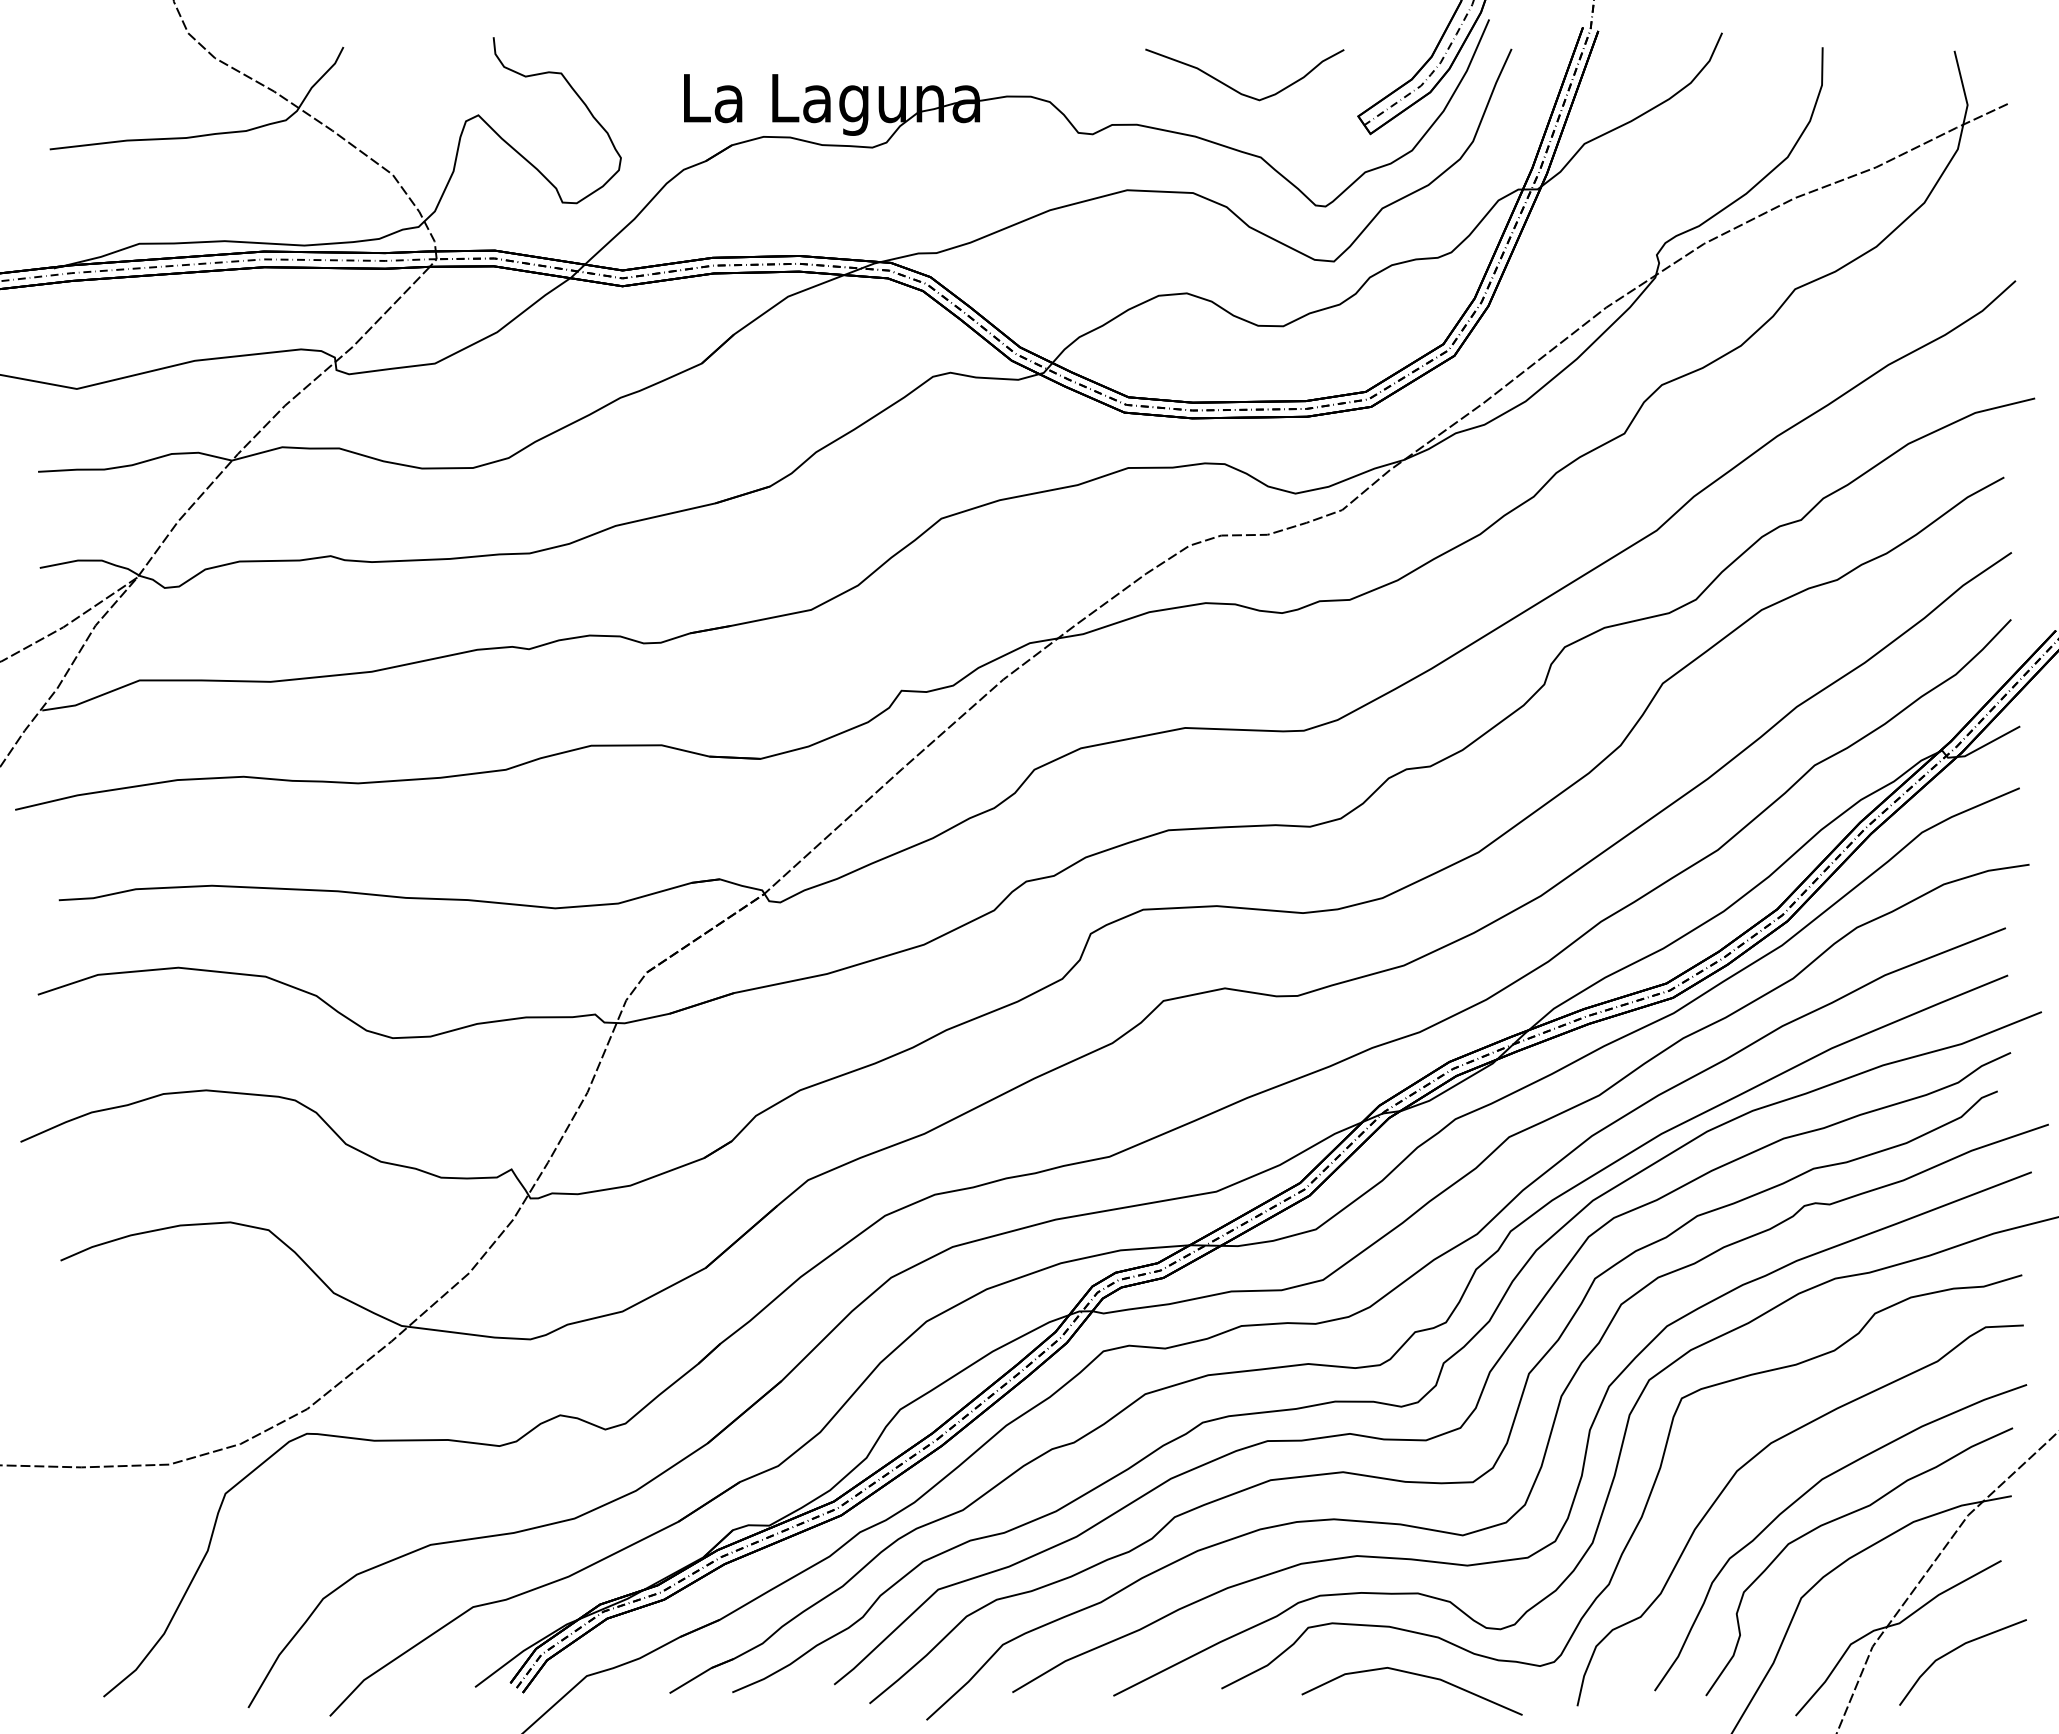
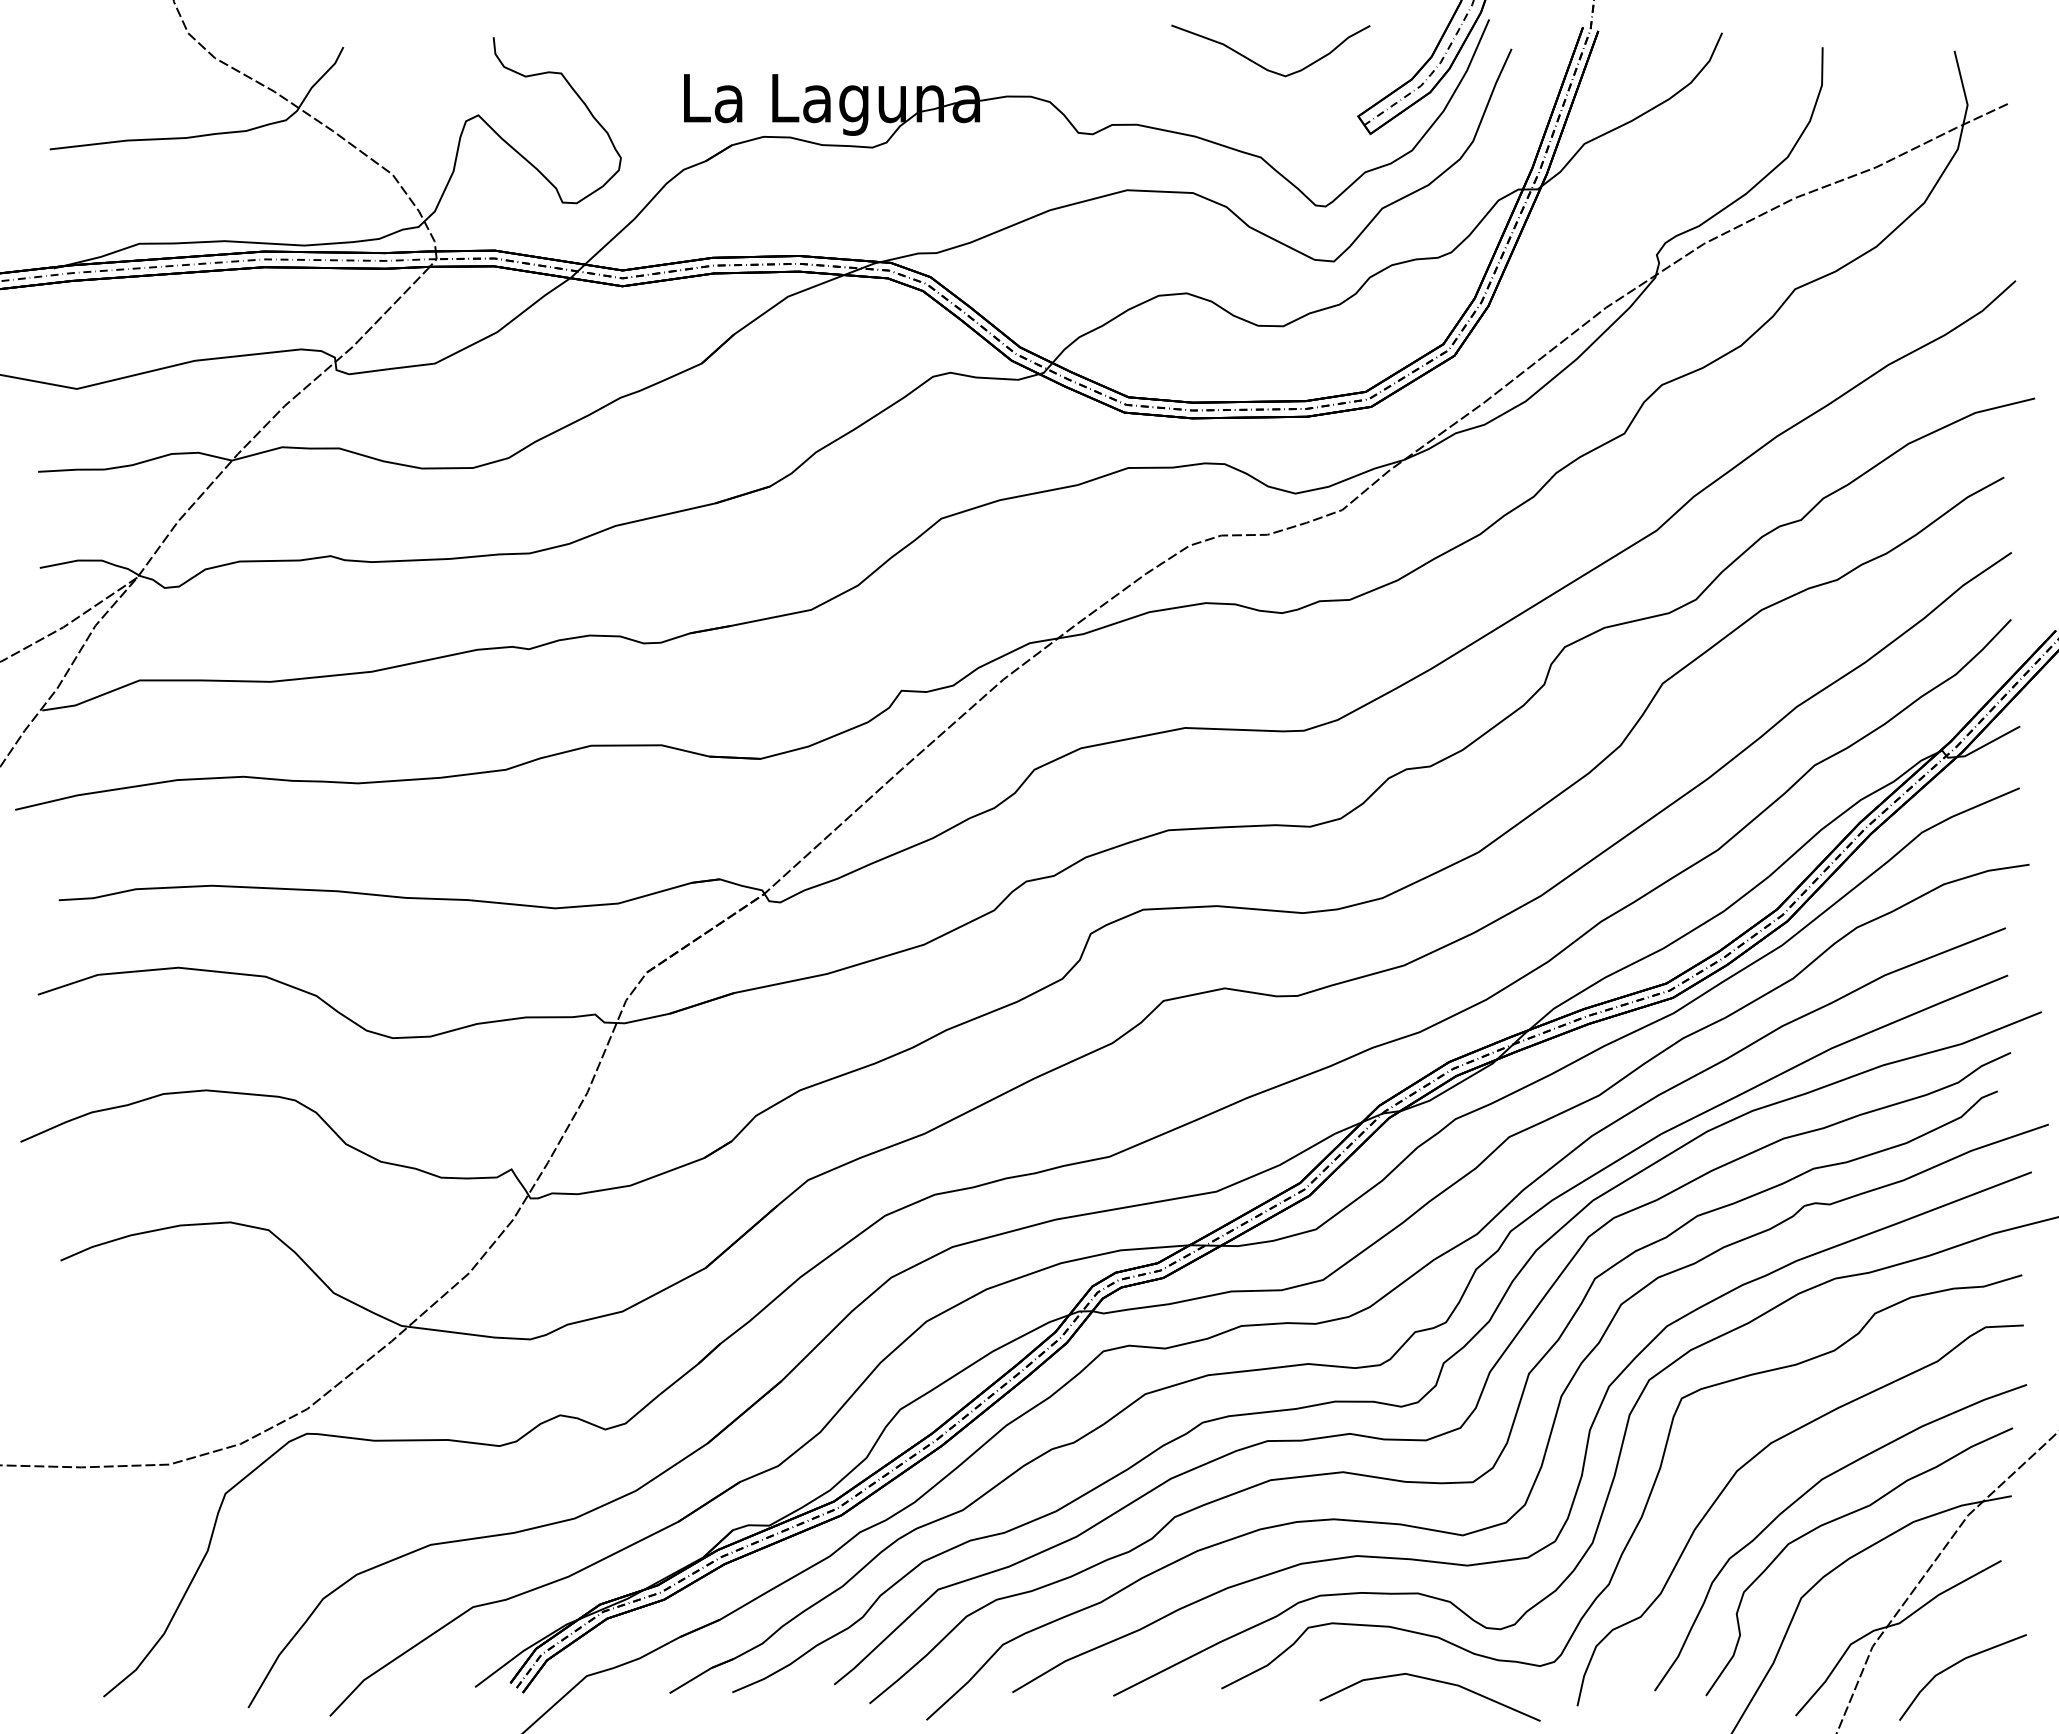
curve at (1237, 90) position: (1237, 90) -> (1263, 66)
line at (1955, 1650) position: (1955, 1650) -> (1955, 1665)
line at (1416, 1675) position: (1416, 1675) -> (1434, 1681)
